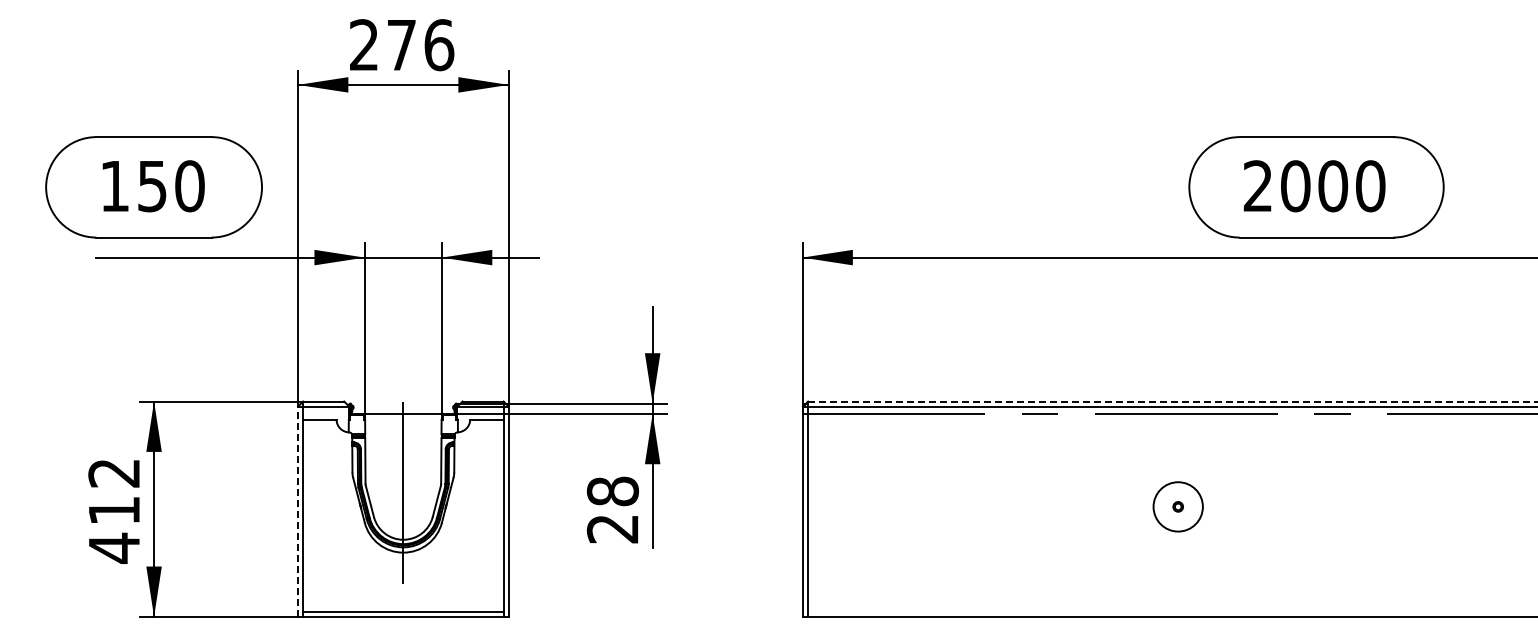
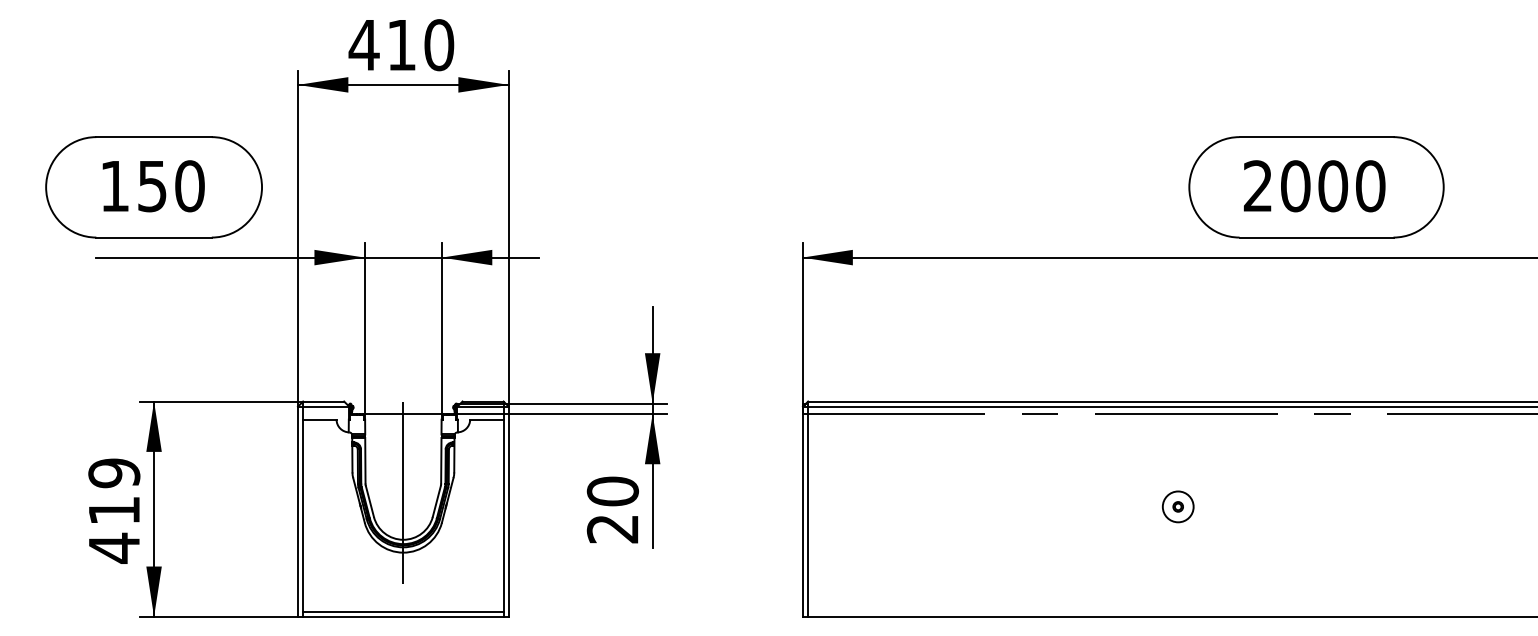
text at (401, 45): 276 -> 410
line at (1173, 401): dashed -> solid
text at (114, 473): 412 -> 419
text at (612, 491): 28 -> 20
circle at (1177, 506) diameter: 49 px -> 31 px
line at (298, 511): dashed -> solid
